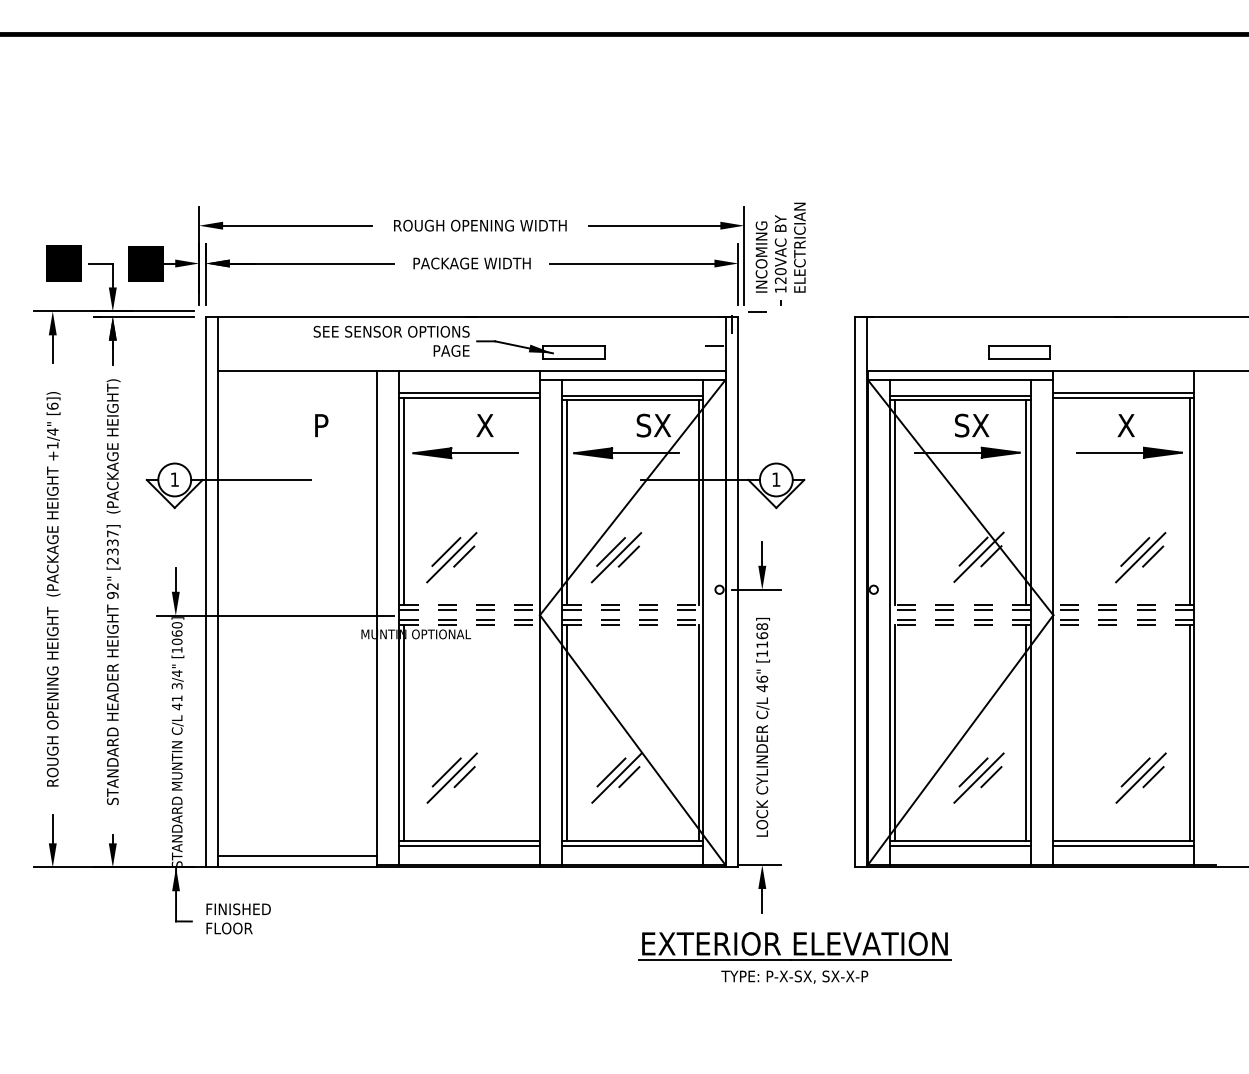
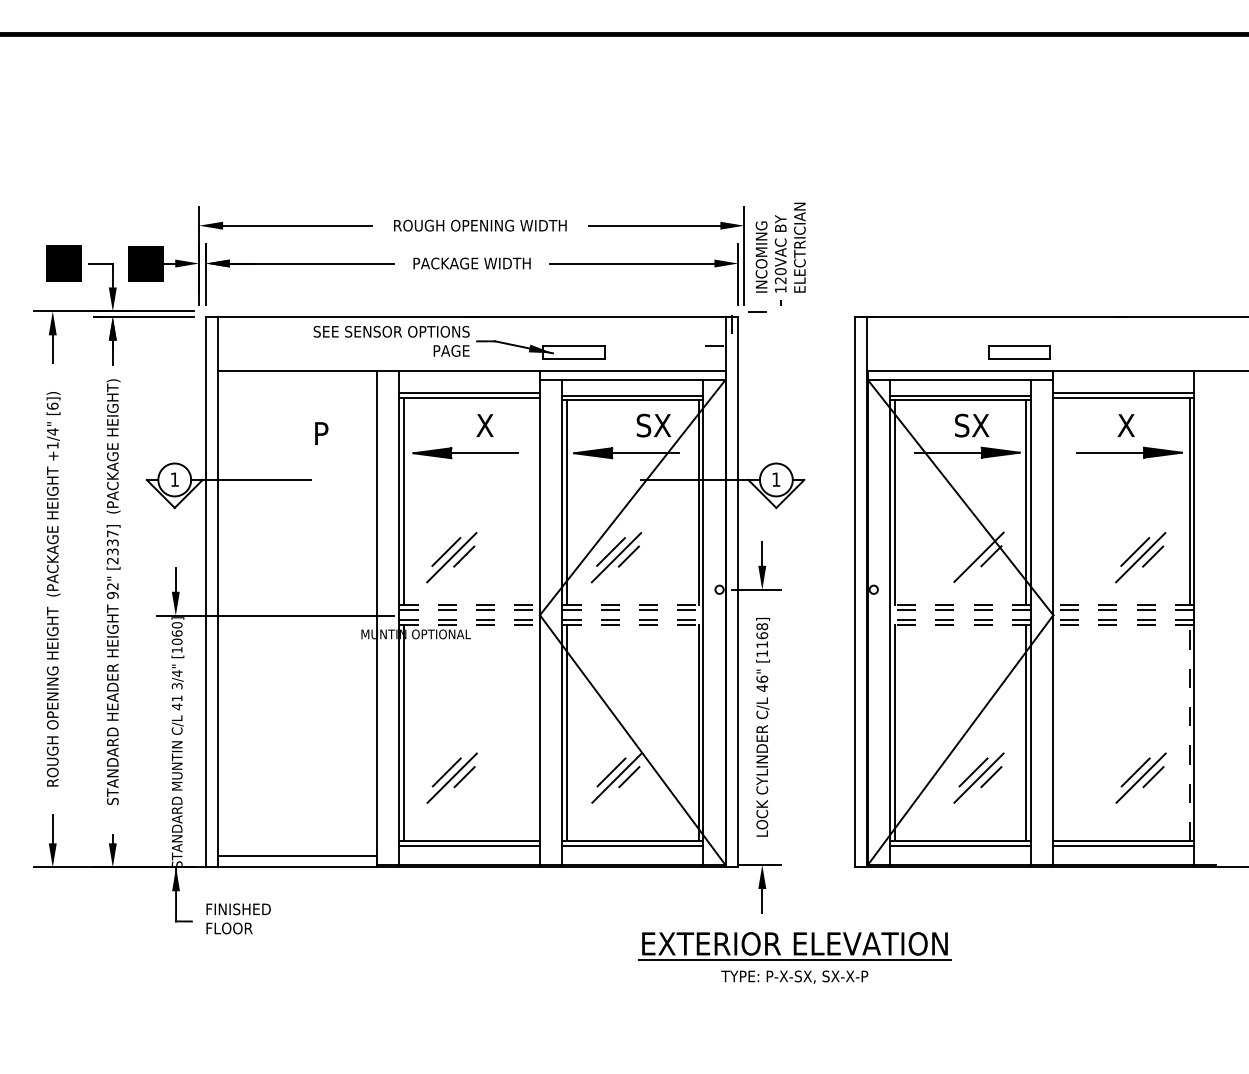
text at (321, 425) position: (321, 425) -> (321, 433)
line at (973, 551): present -> none
line at (1189, 732): solid -> dashed
